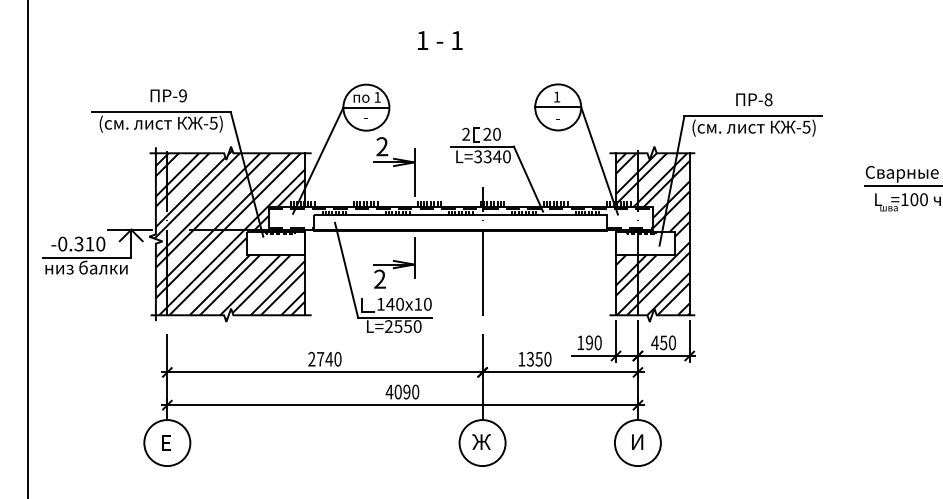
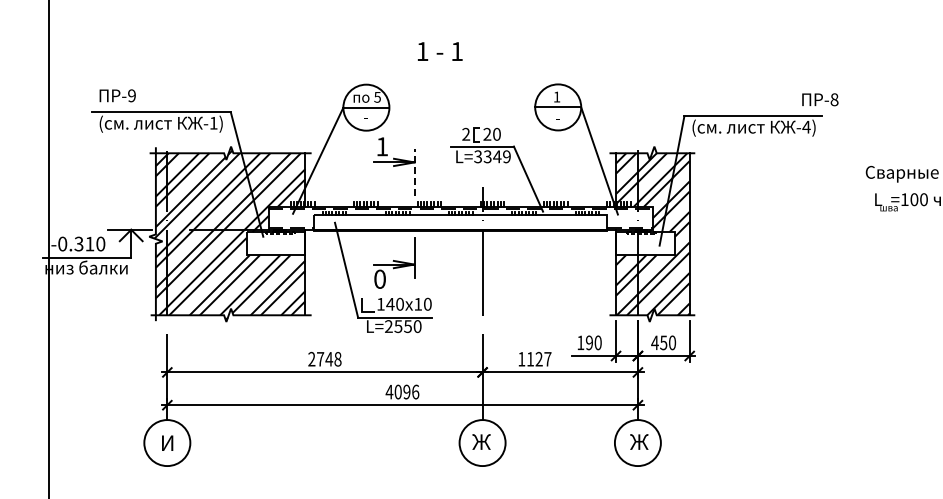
text at (440, 40) position: (440, 40) -> (440, 51)
text at (168, 95) position: (168, 95) -> (117, 95)
text at (377, 97): 1 -> 5
text at (754, 99) position: (754, 99) -> (820, 99)
text at (213, 123): -5) -> -1)
text at (806, 126): -5) -> -4)
text at (382, 146): 2 -> 1
text at (506, 156): L=3340 -> L=3349
line at (414, 172): solid -> dashed
line at (902, 186): present -> none
line at (28, 248) position: (28, 248) -> (49, 248)
text at (379, 278): 2 -> 0
text at (538, 358): 1350 -> 1127
text at (337, 359): 2740 -> 2748
text at (415, 391): 4090 -> 4096
text at (639, 441): И -> Ж
text at (167, 442): Е -> И
